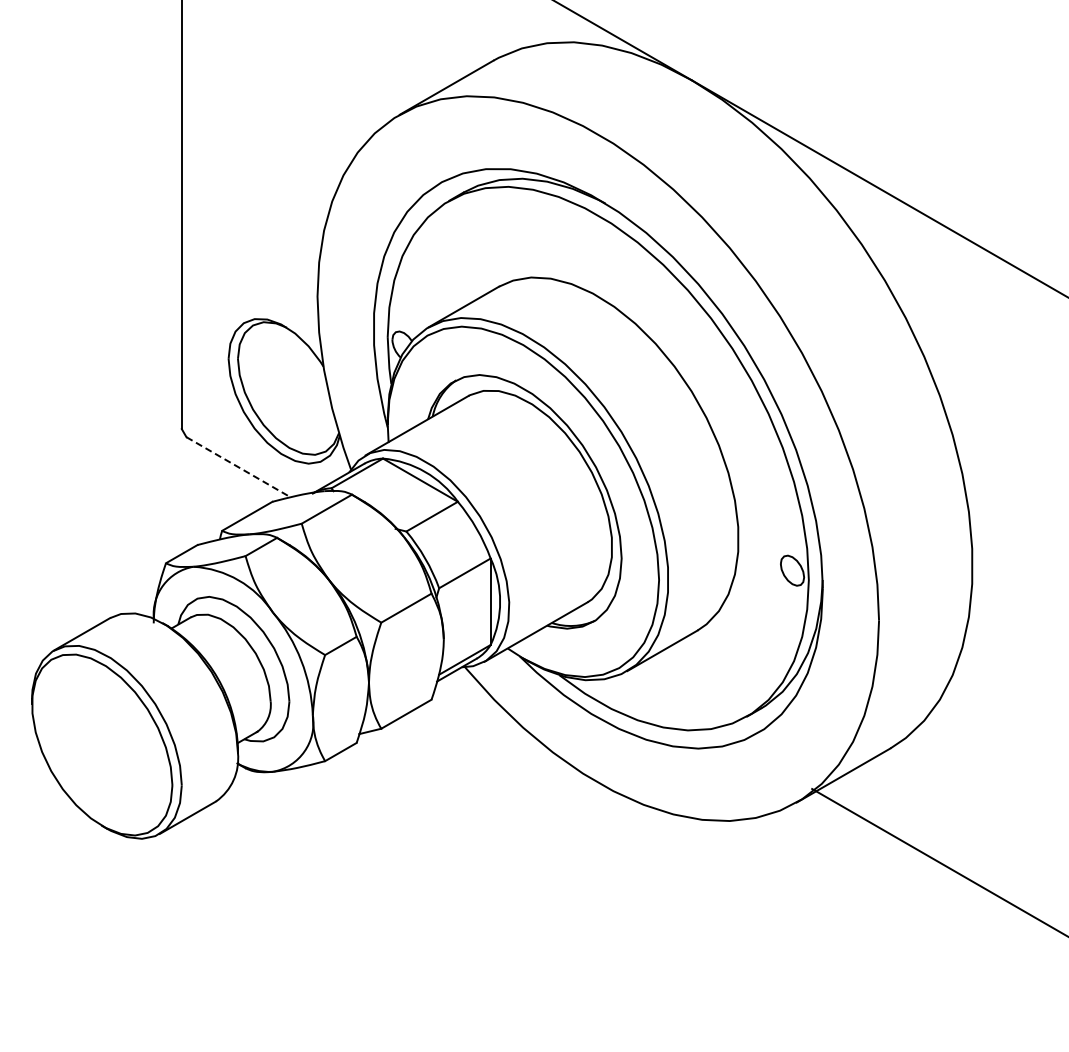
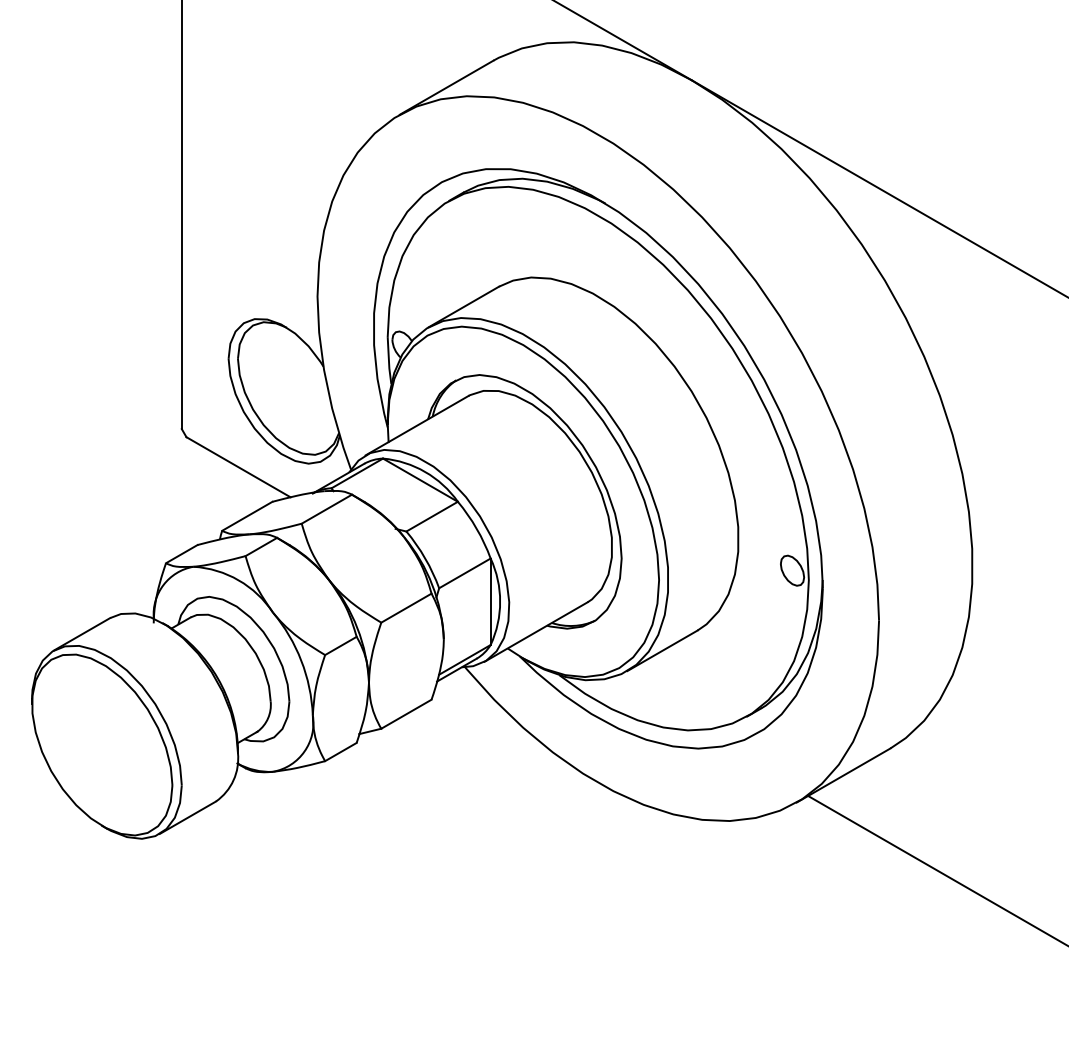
line at (239, 467): dashed -> solid
line at (938, 861) position: (938, 861) -> (936, 869)
